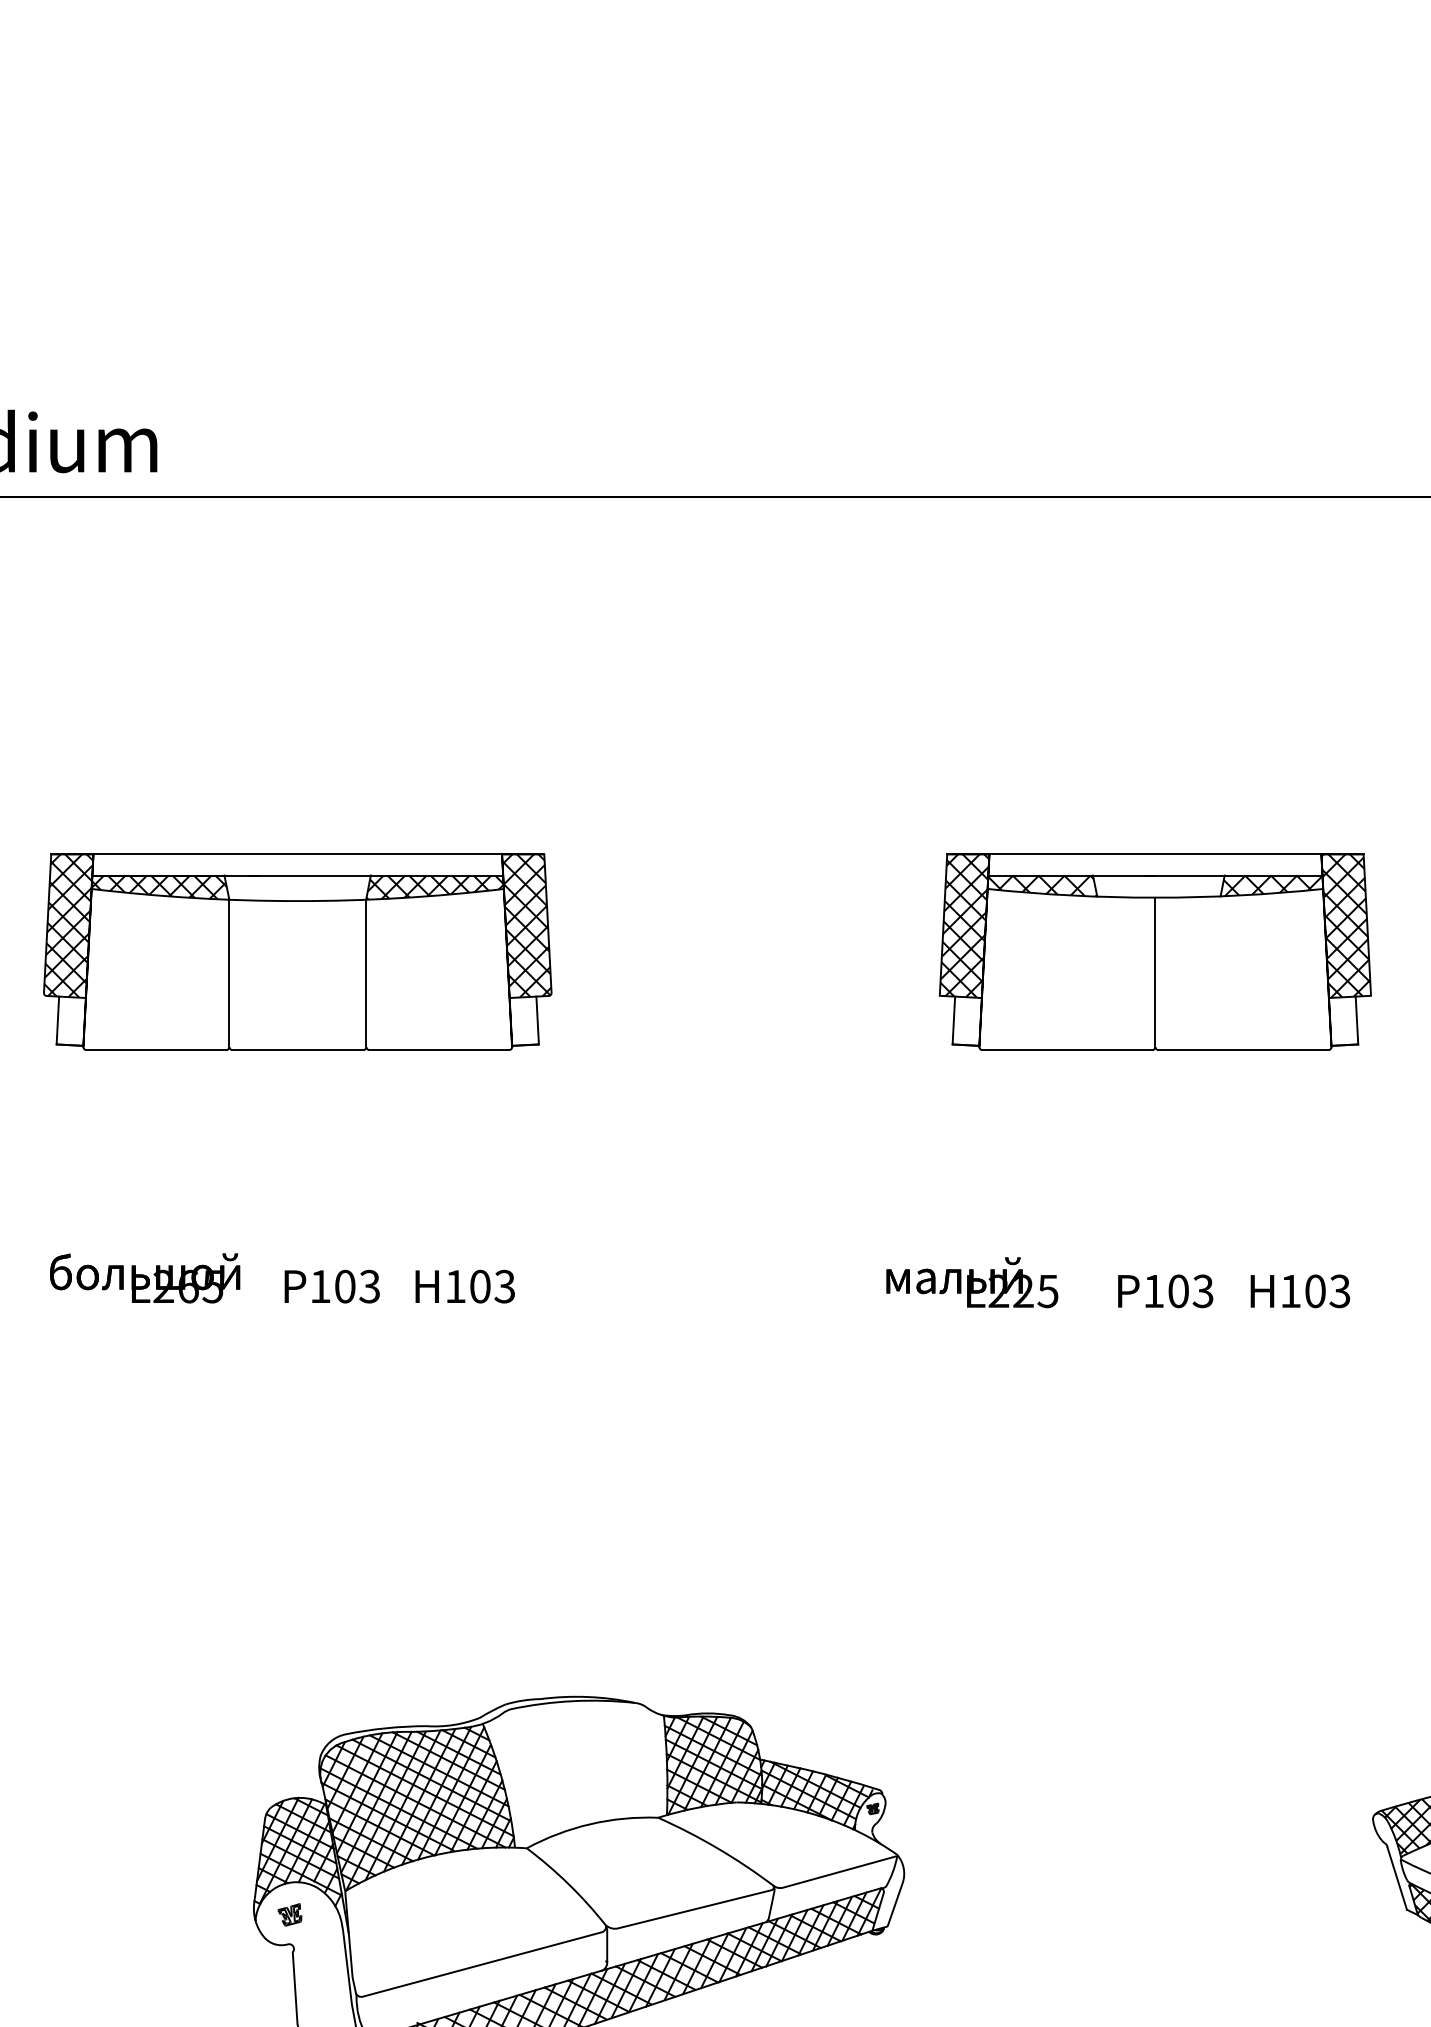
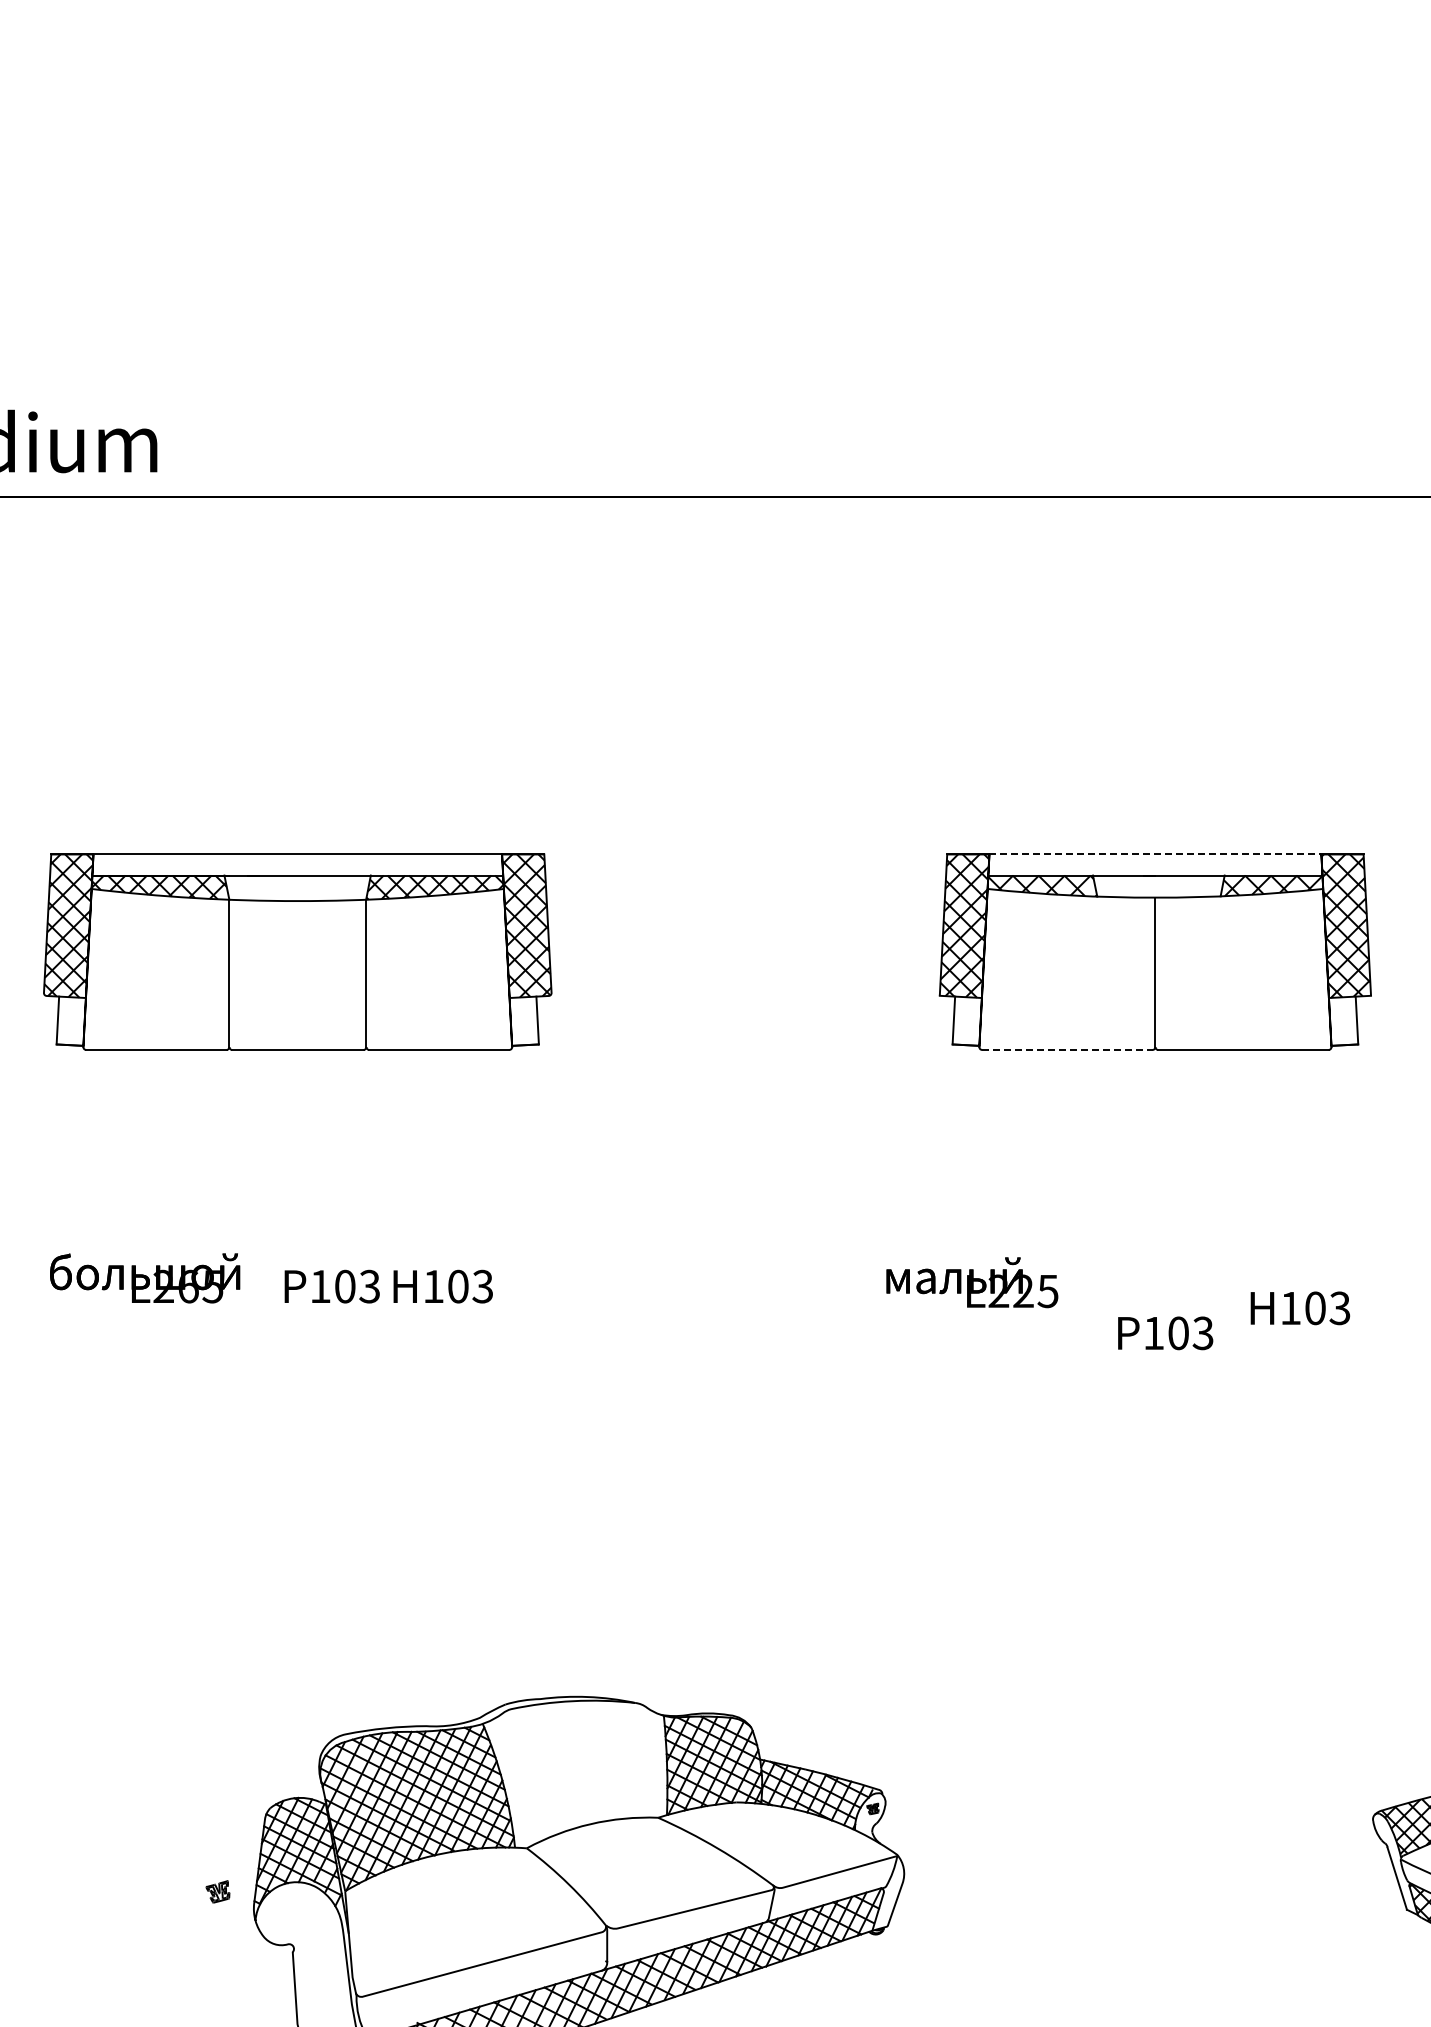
line at (1155, 854): solid -> dashed
line at (1067, 1049): solid -> dashed
text at (464, 1286) position: (464, 1286) -> (442, 1286)
text at (1165, 1291) position: (1165, 1291) -> (1165, 1333)
text at (1300, 1291) position: (1300, 1291) -> (1300, 1308)
part at (289, 1914) position: (289, 1914) -> (217, 1891)
